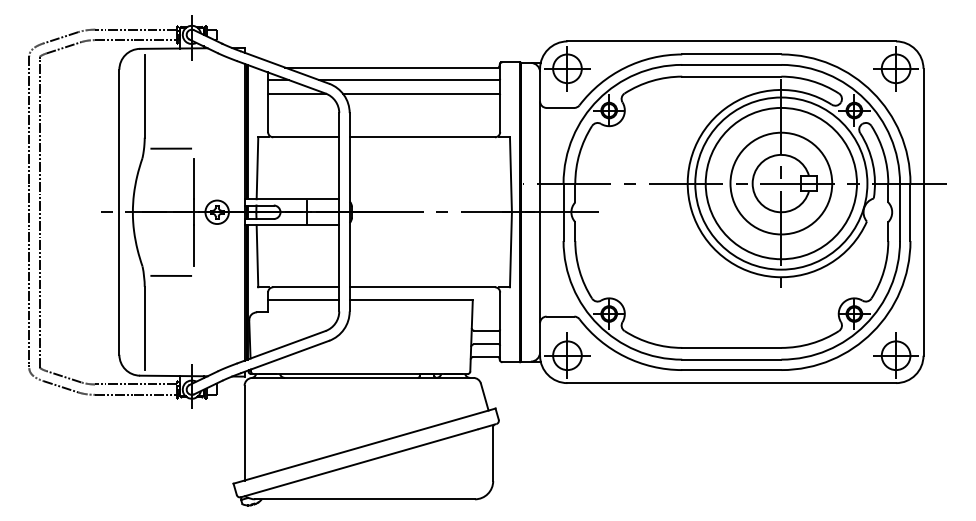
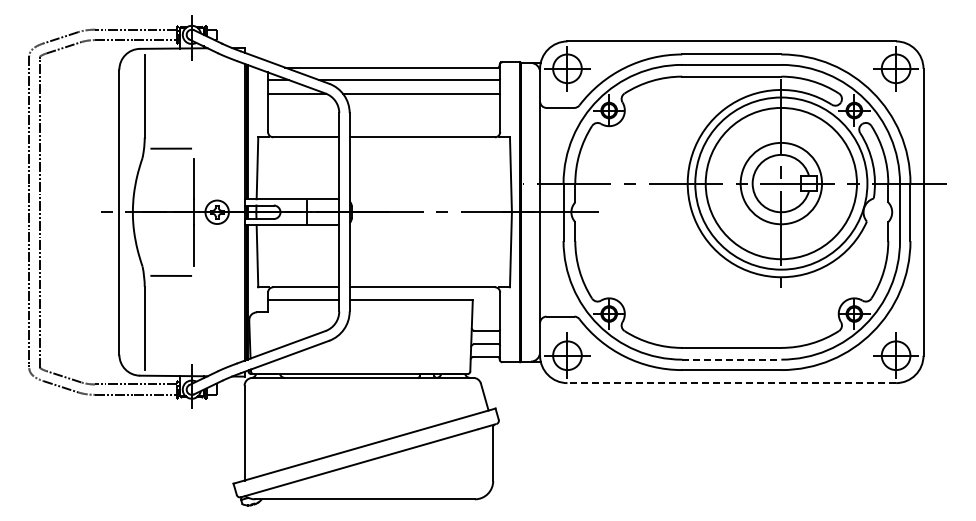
circle at (781, 183) diameter: 102 px -> 81 px
line at (731, 359): solid -> dashed
line at (731, 383): solid -> dashed
